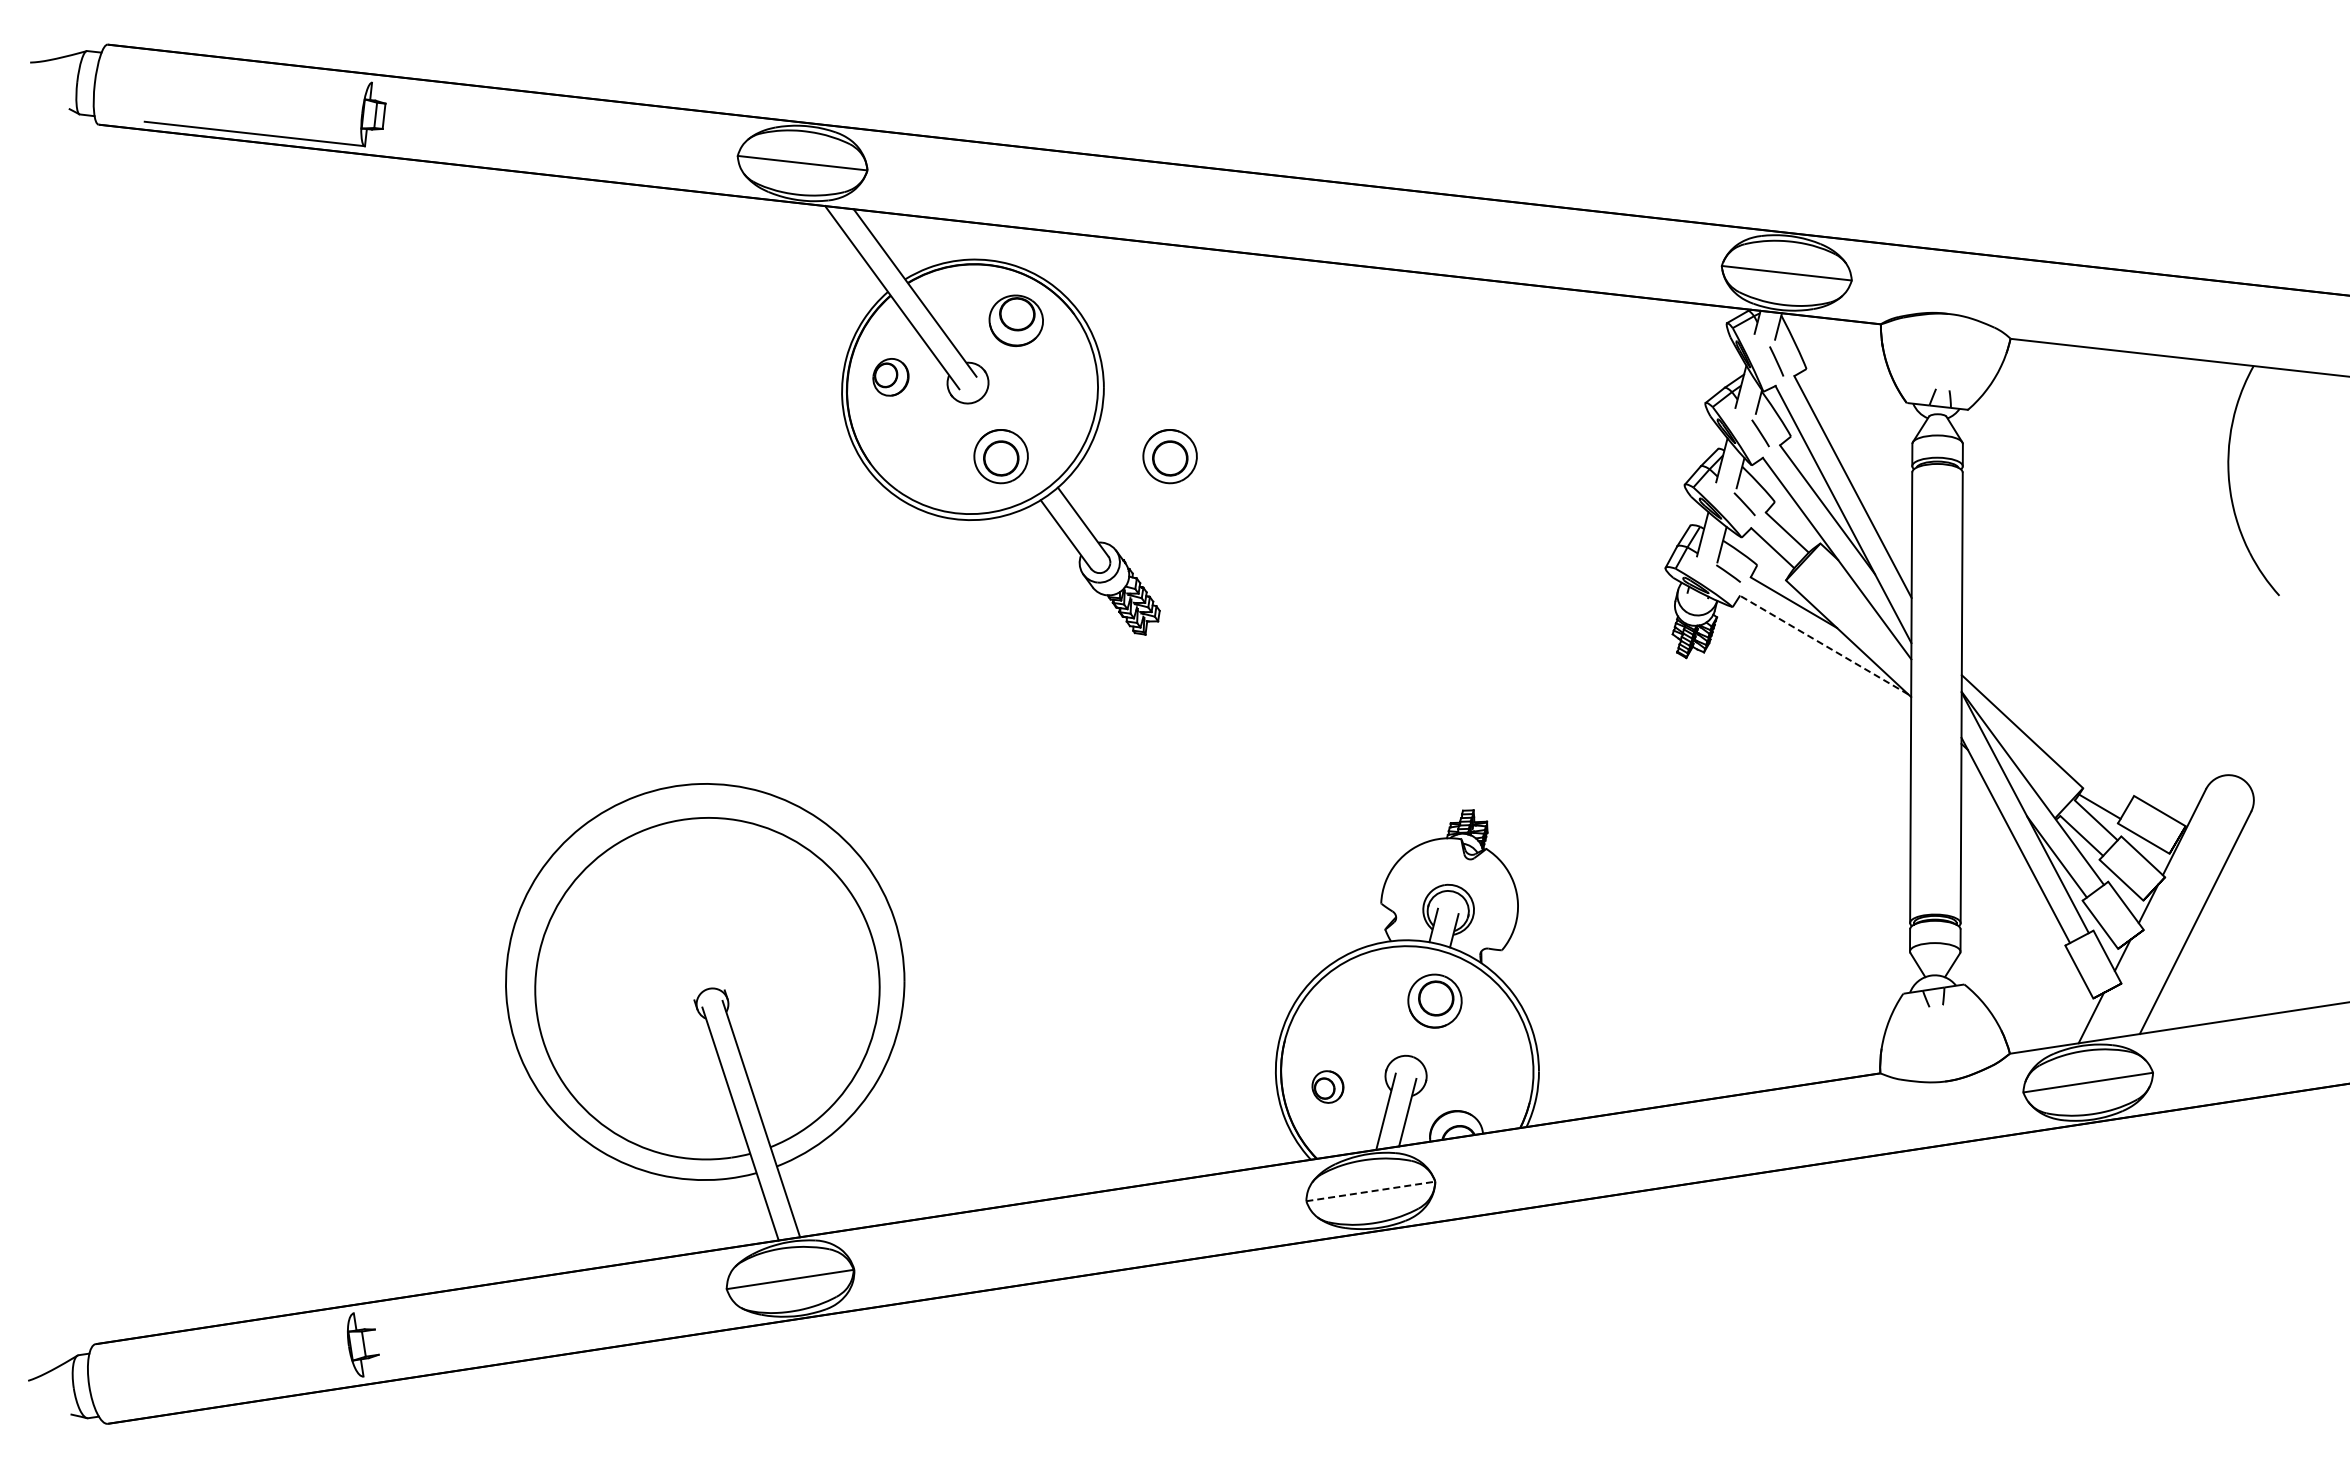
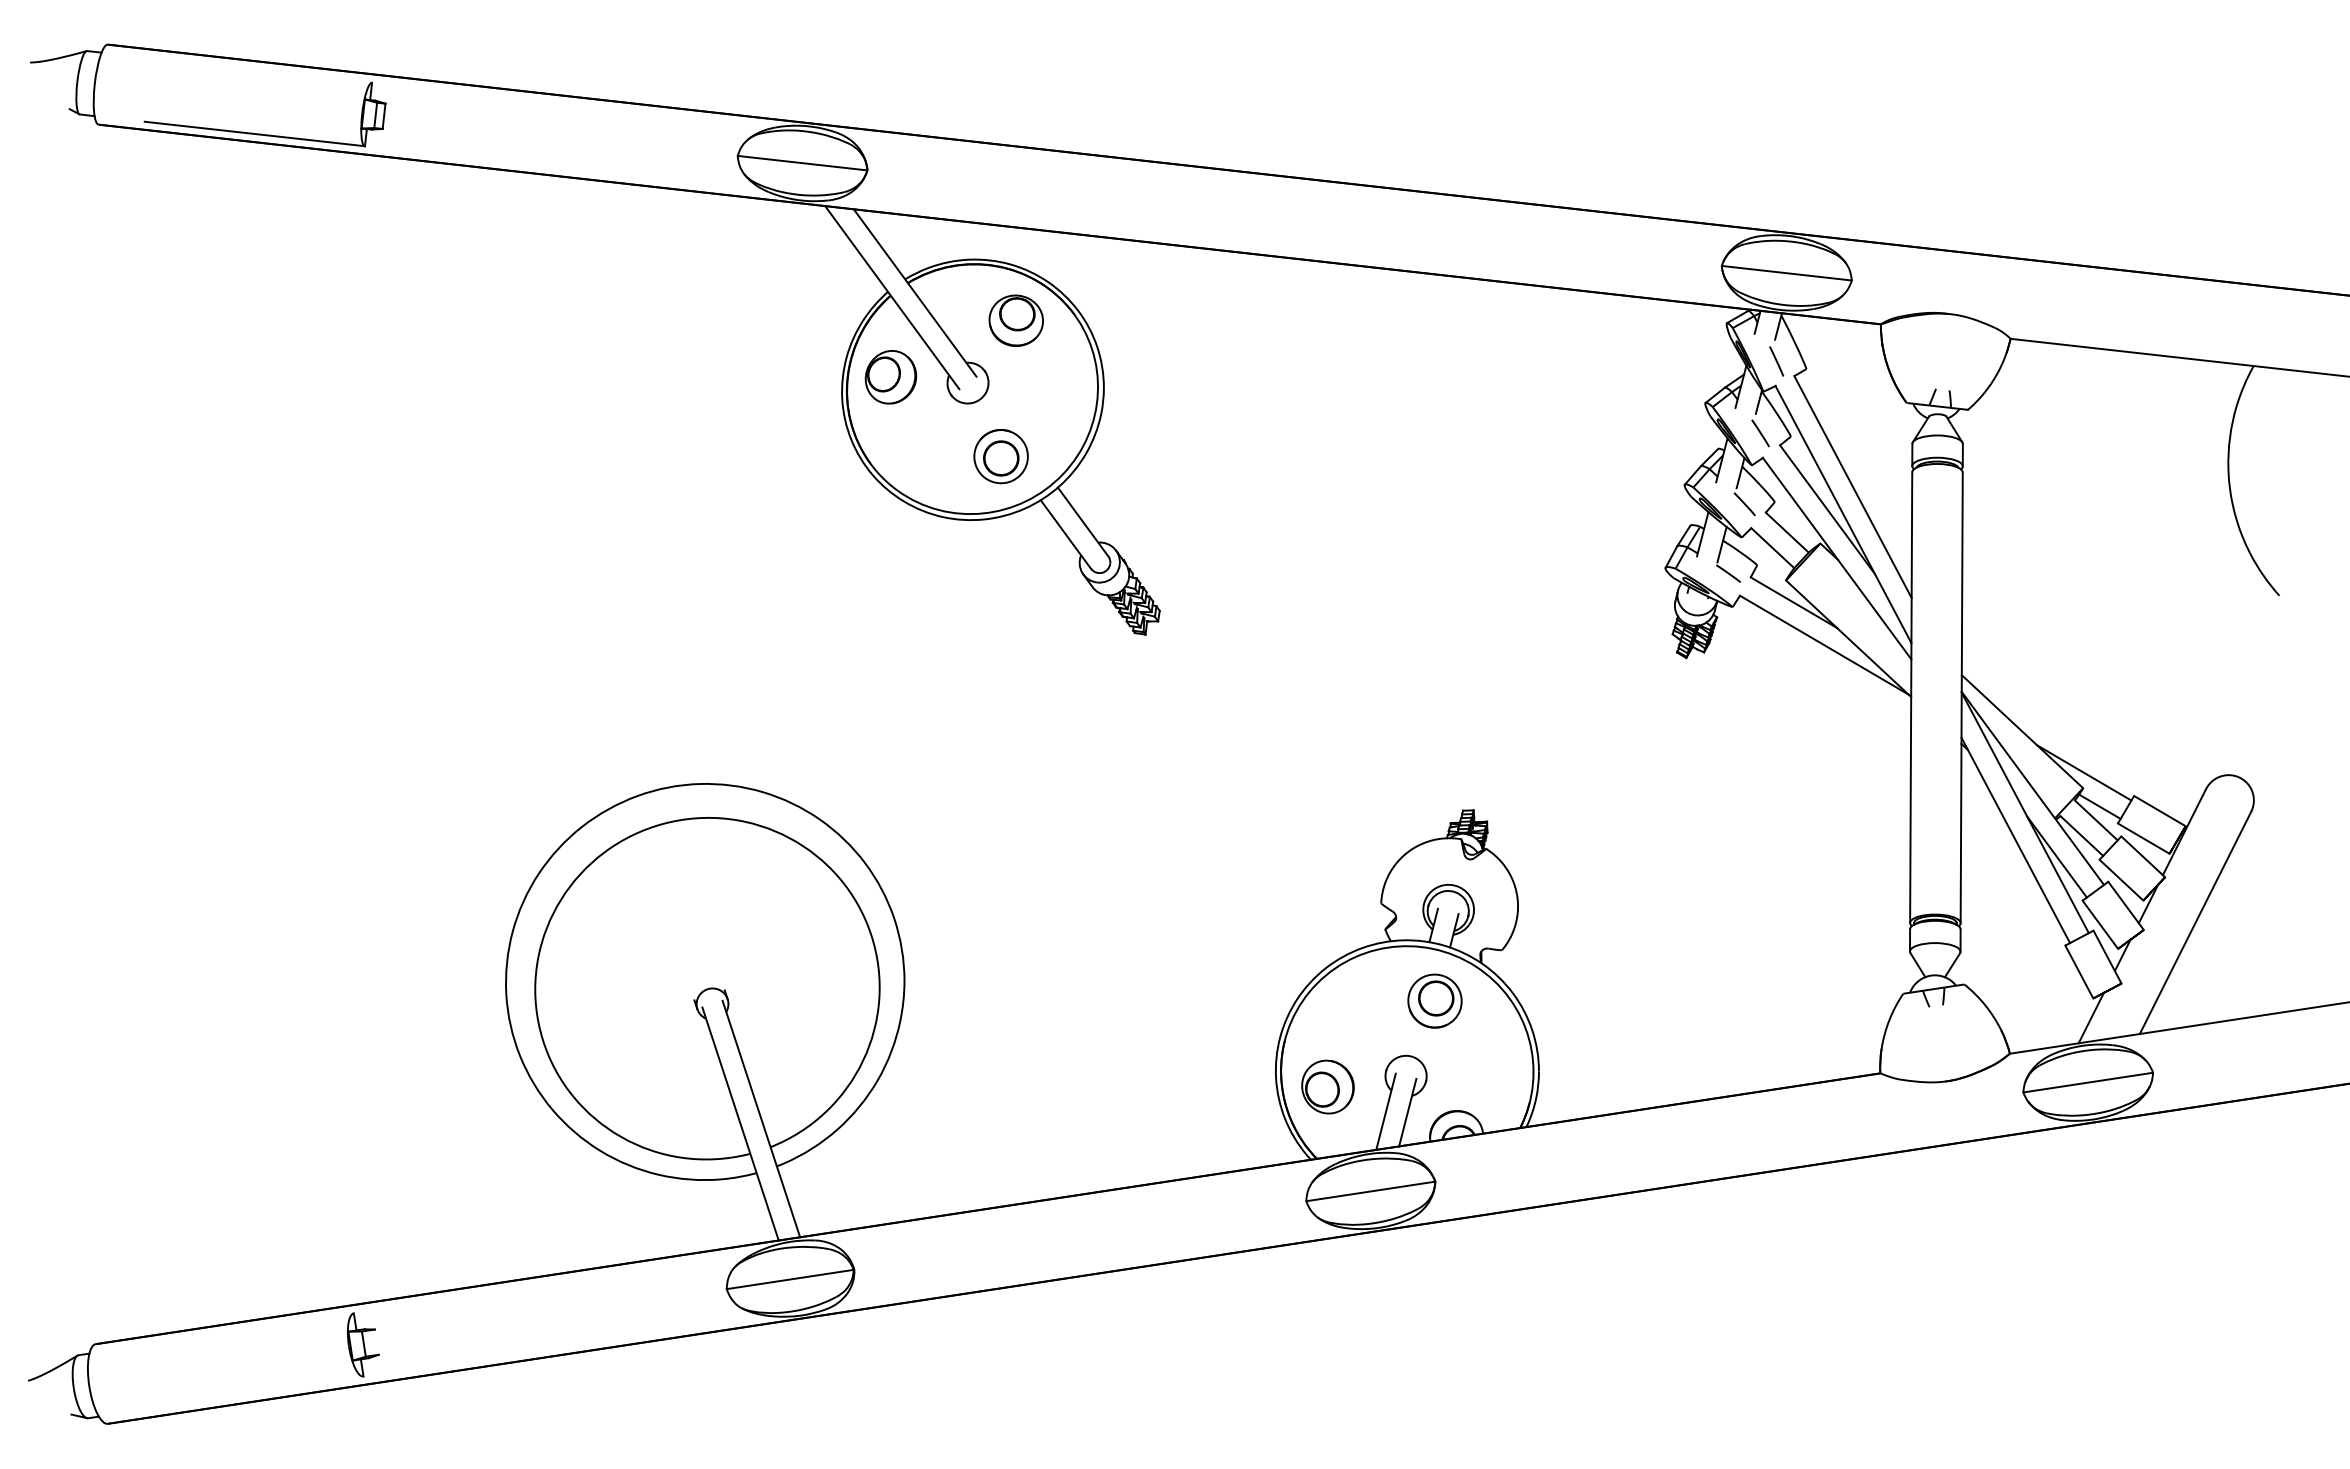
part at (890, 377) size: 38x39 px -> 54x55 px
part at (1169, 456): present -> none
line at (1824, 645): dashed -> solid
line at (2084, 772): none -> present
part at (1327, 1086) size: 34x34 px -> 54x56 px
line at (1371, 1191): dashed -> solid
